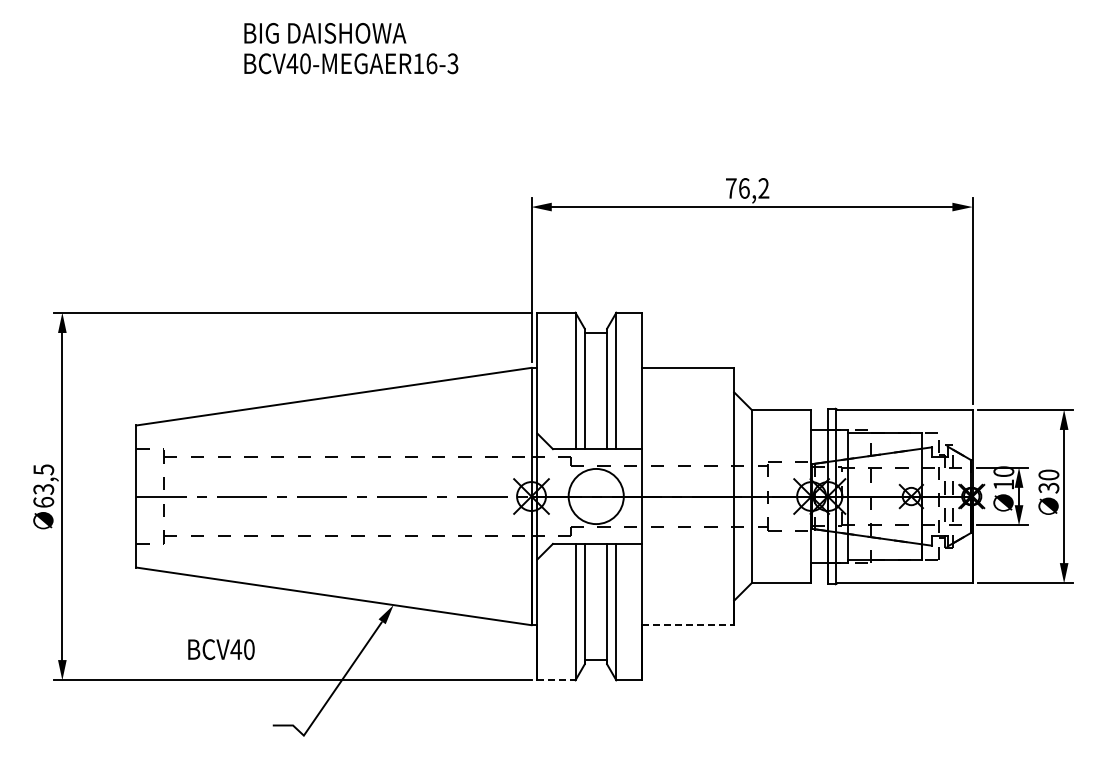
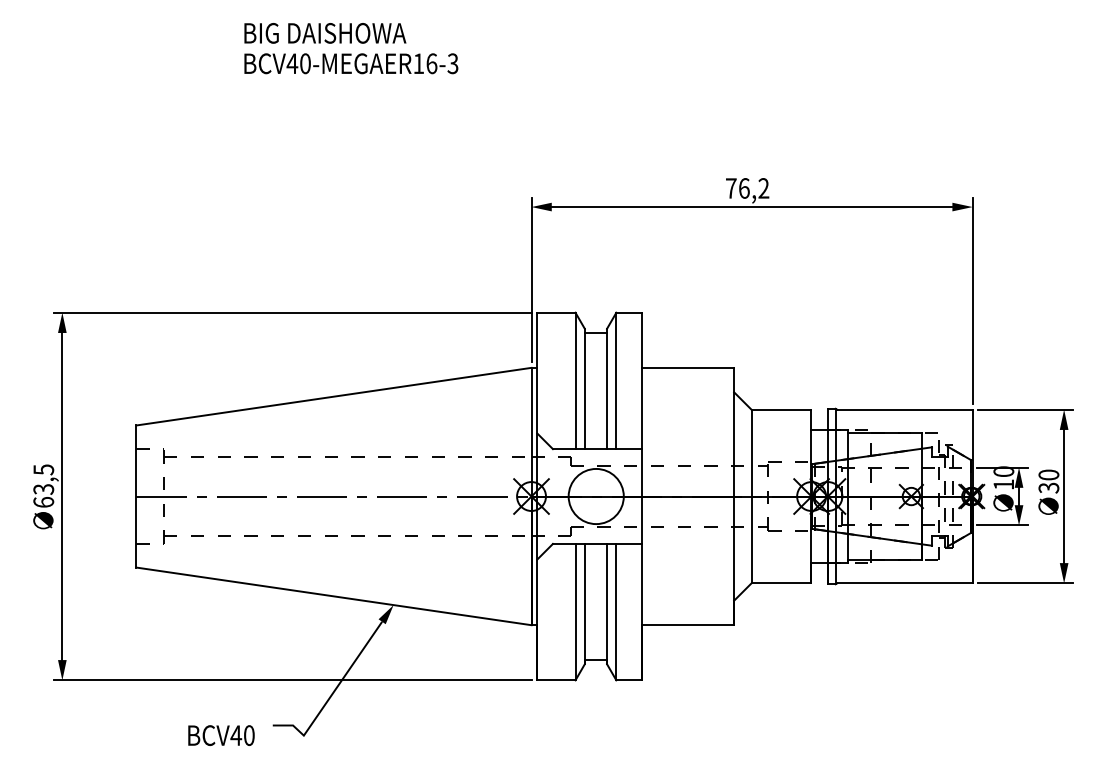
line at (688, 625): dashed -> solid
text at (221, 649) position: (221, 649) -> (221, 735)
line at (556, 680): dashed -> solid
